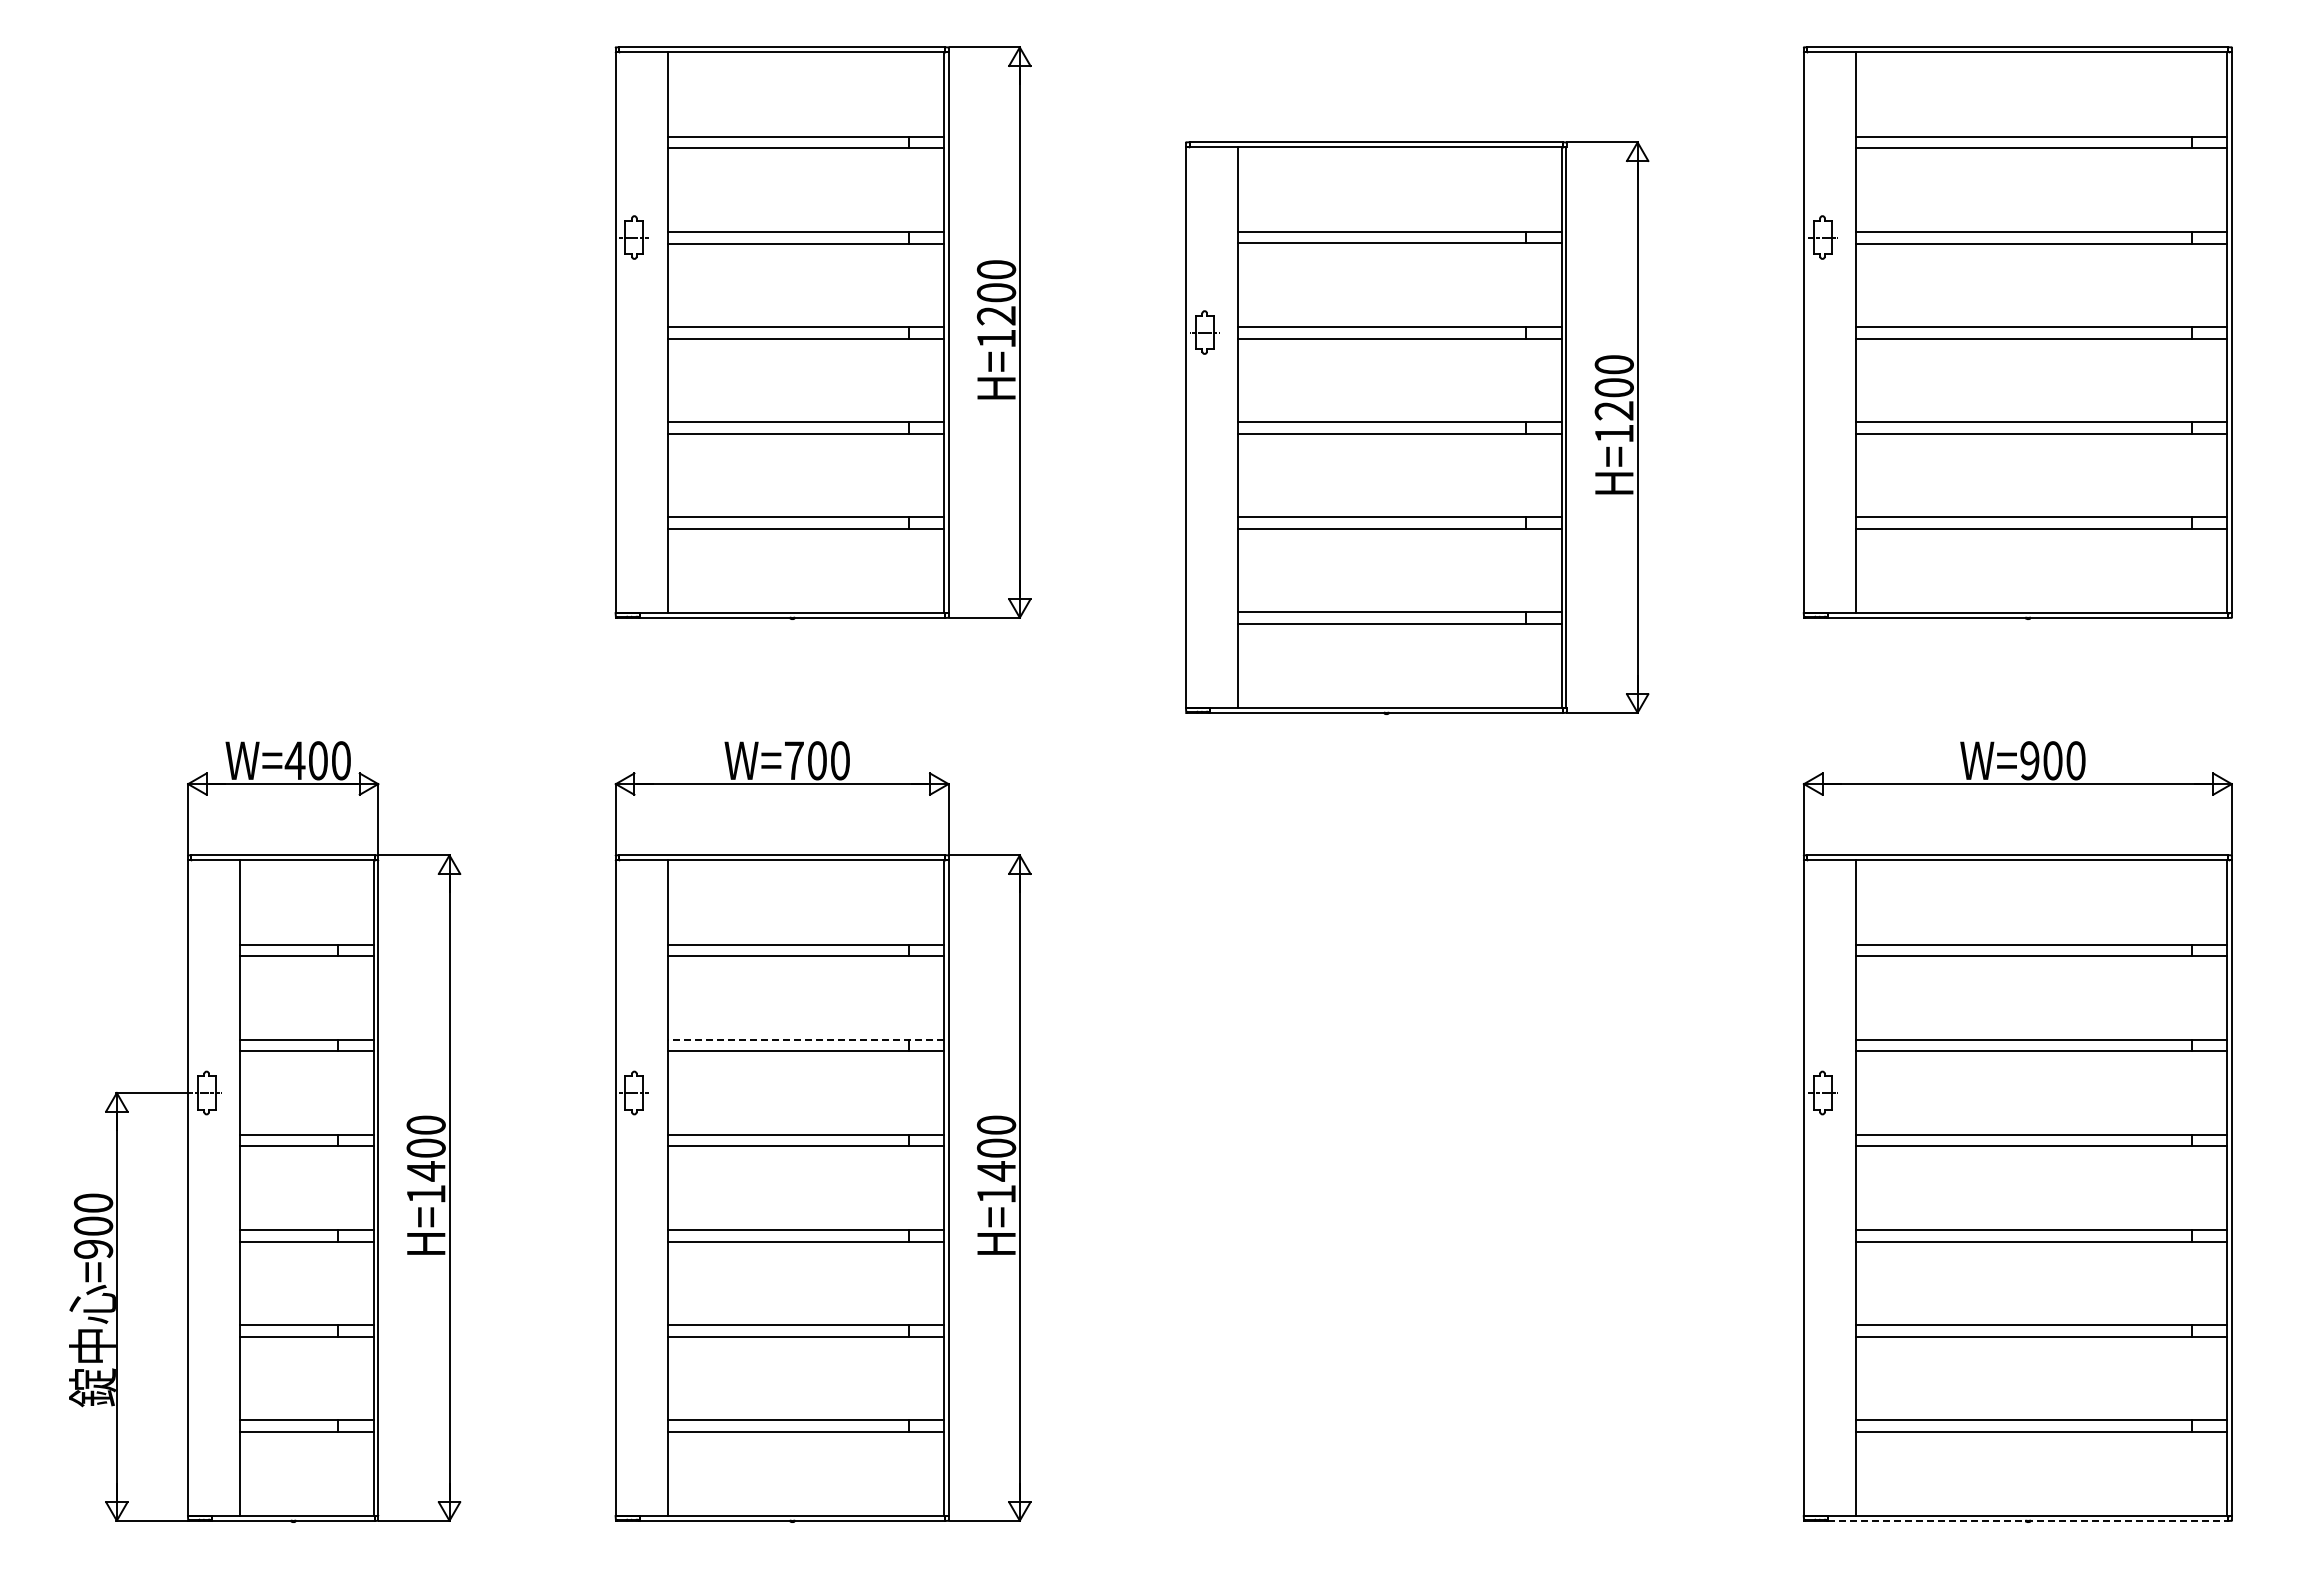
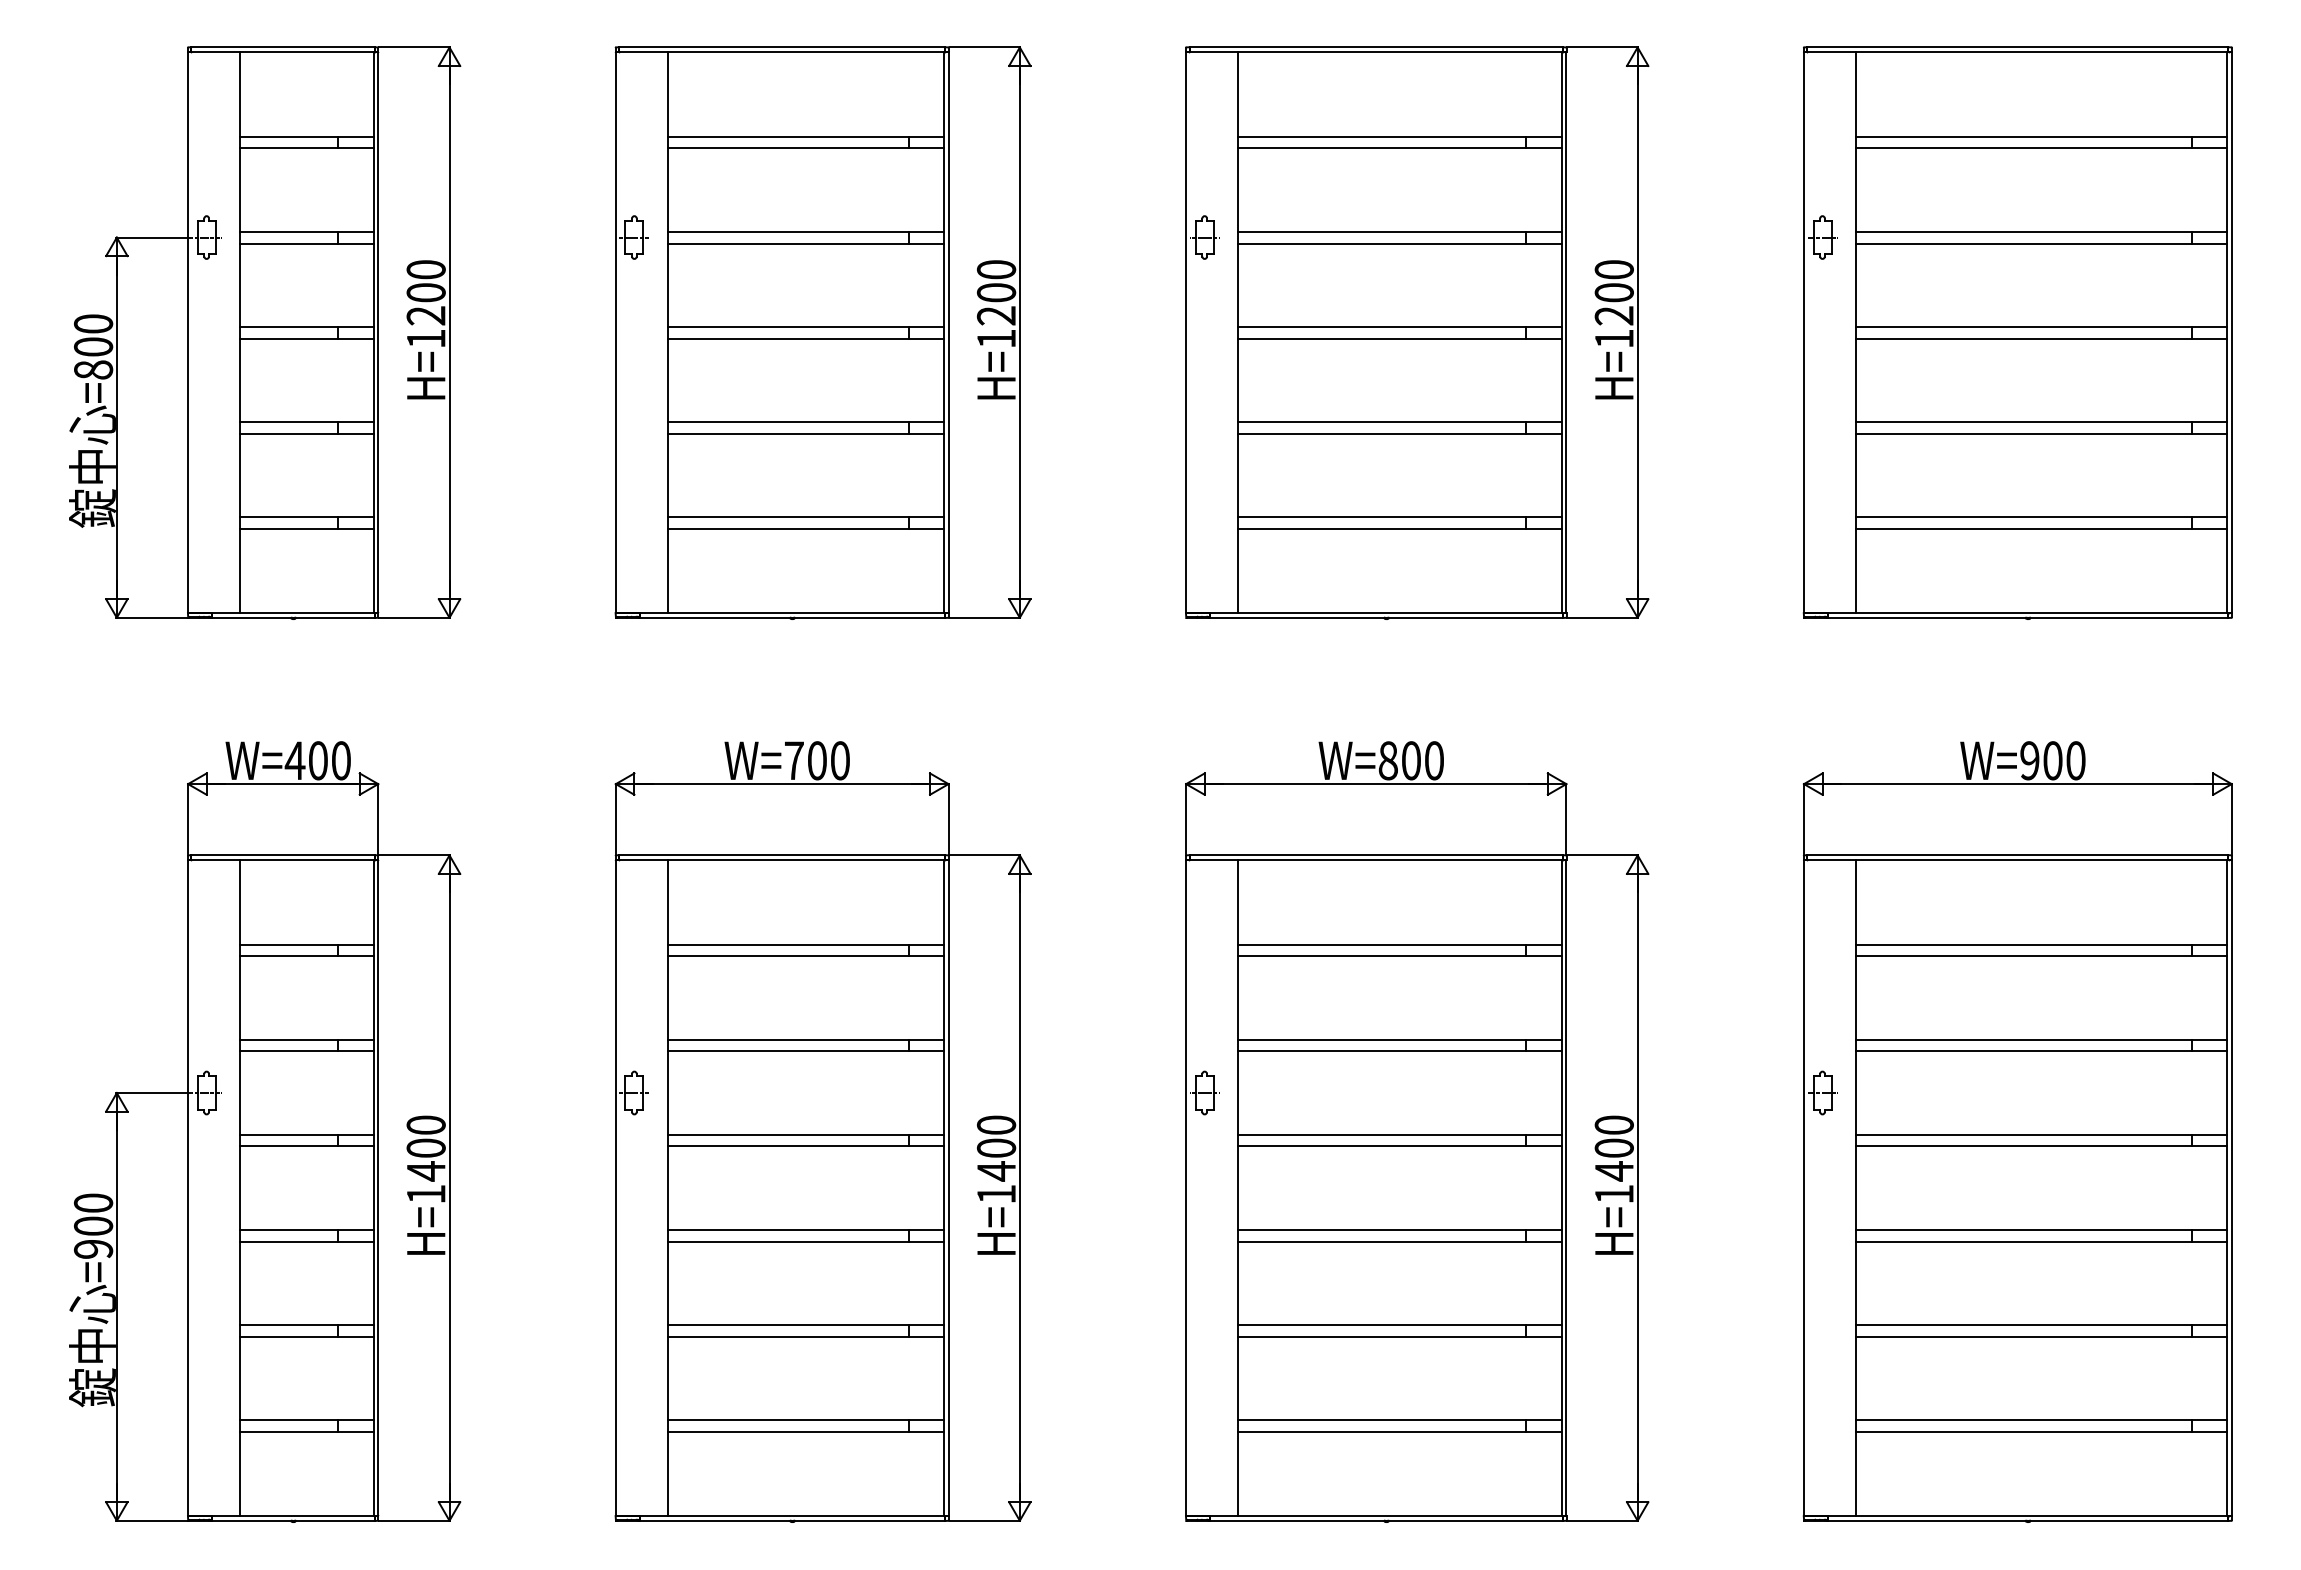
part at (265, 332): none -> present
part at (1417, 427) position: (1417, 427) -> (1417, 332)
line at (805, 1039): dashed -> solid
part at (1417, 1131): none -> present
line at (2028, 1520): dashed -> solid
